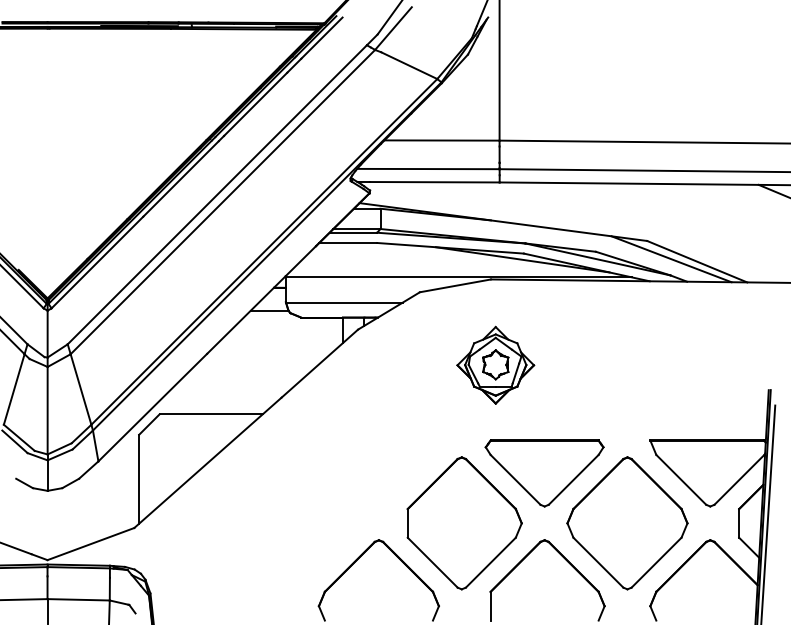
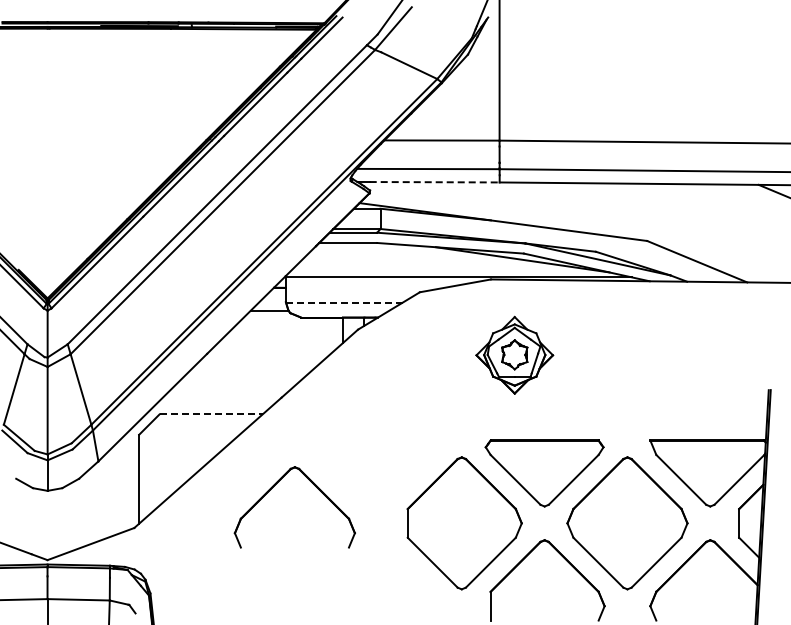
line at (434, 182): solid -> dashed
line at (671, 259): present -> none
line at (344, 302): solid -> dashed
part at (495, 364) position: (495, 364) -> (514, 354)
line at (211, 414): solid -> dashed
line at (768, 513): present -> none
part at (358, 559) position: (358, 559) -> (274, 486)
